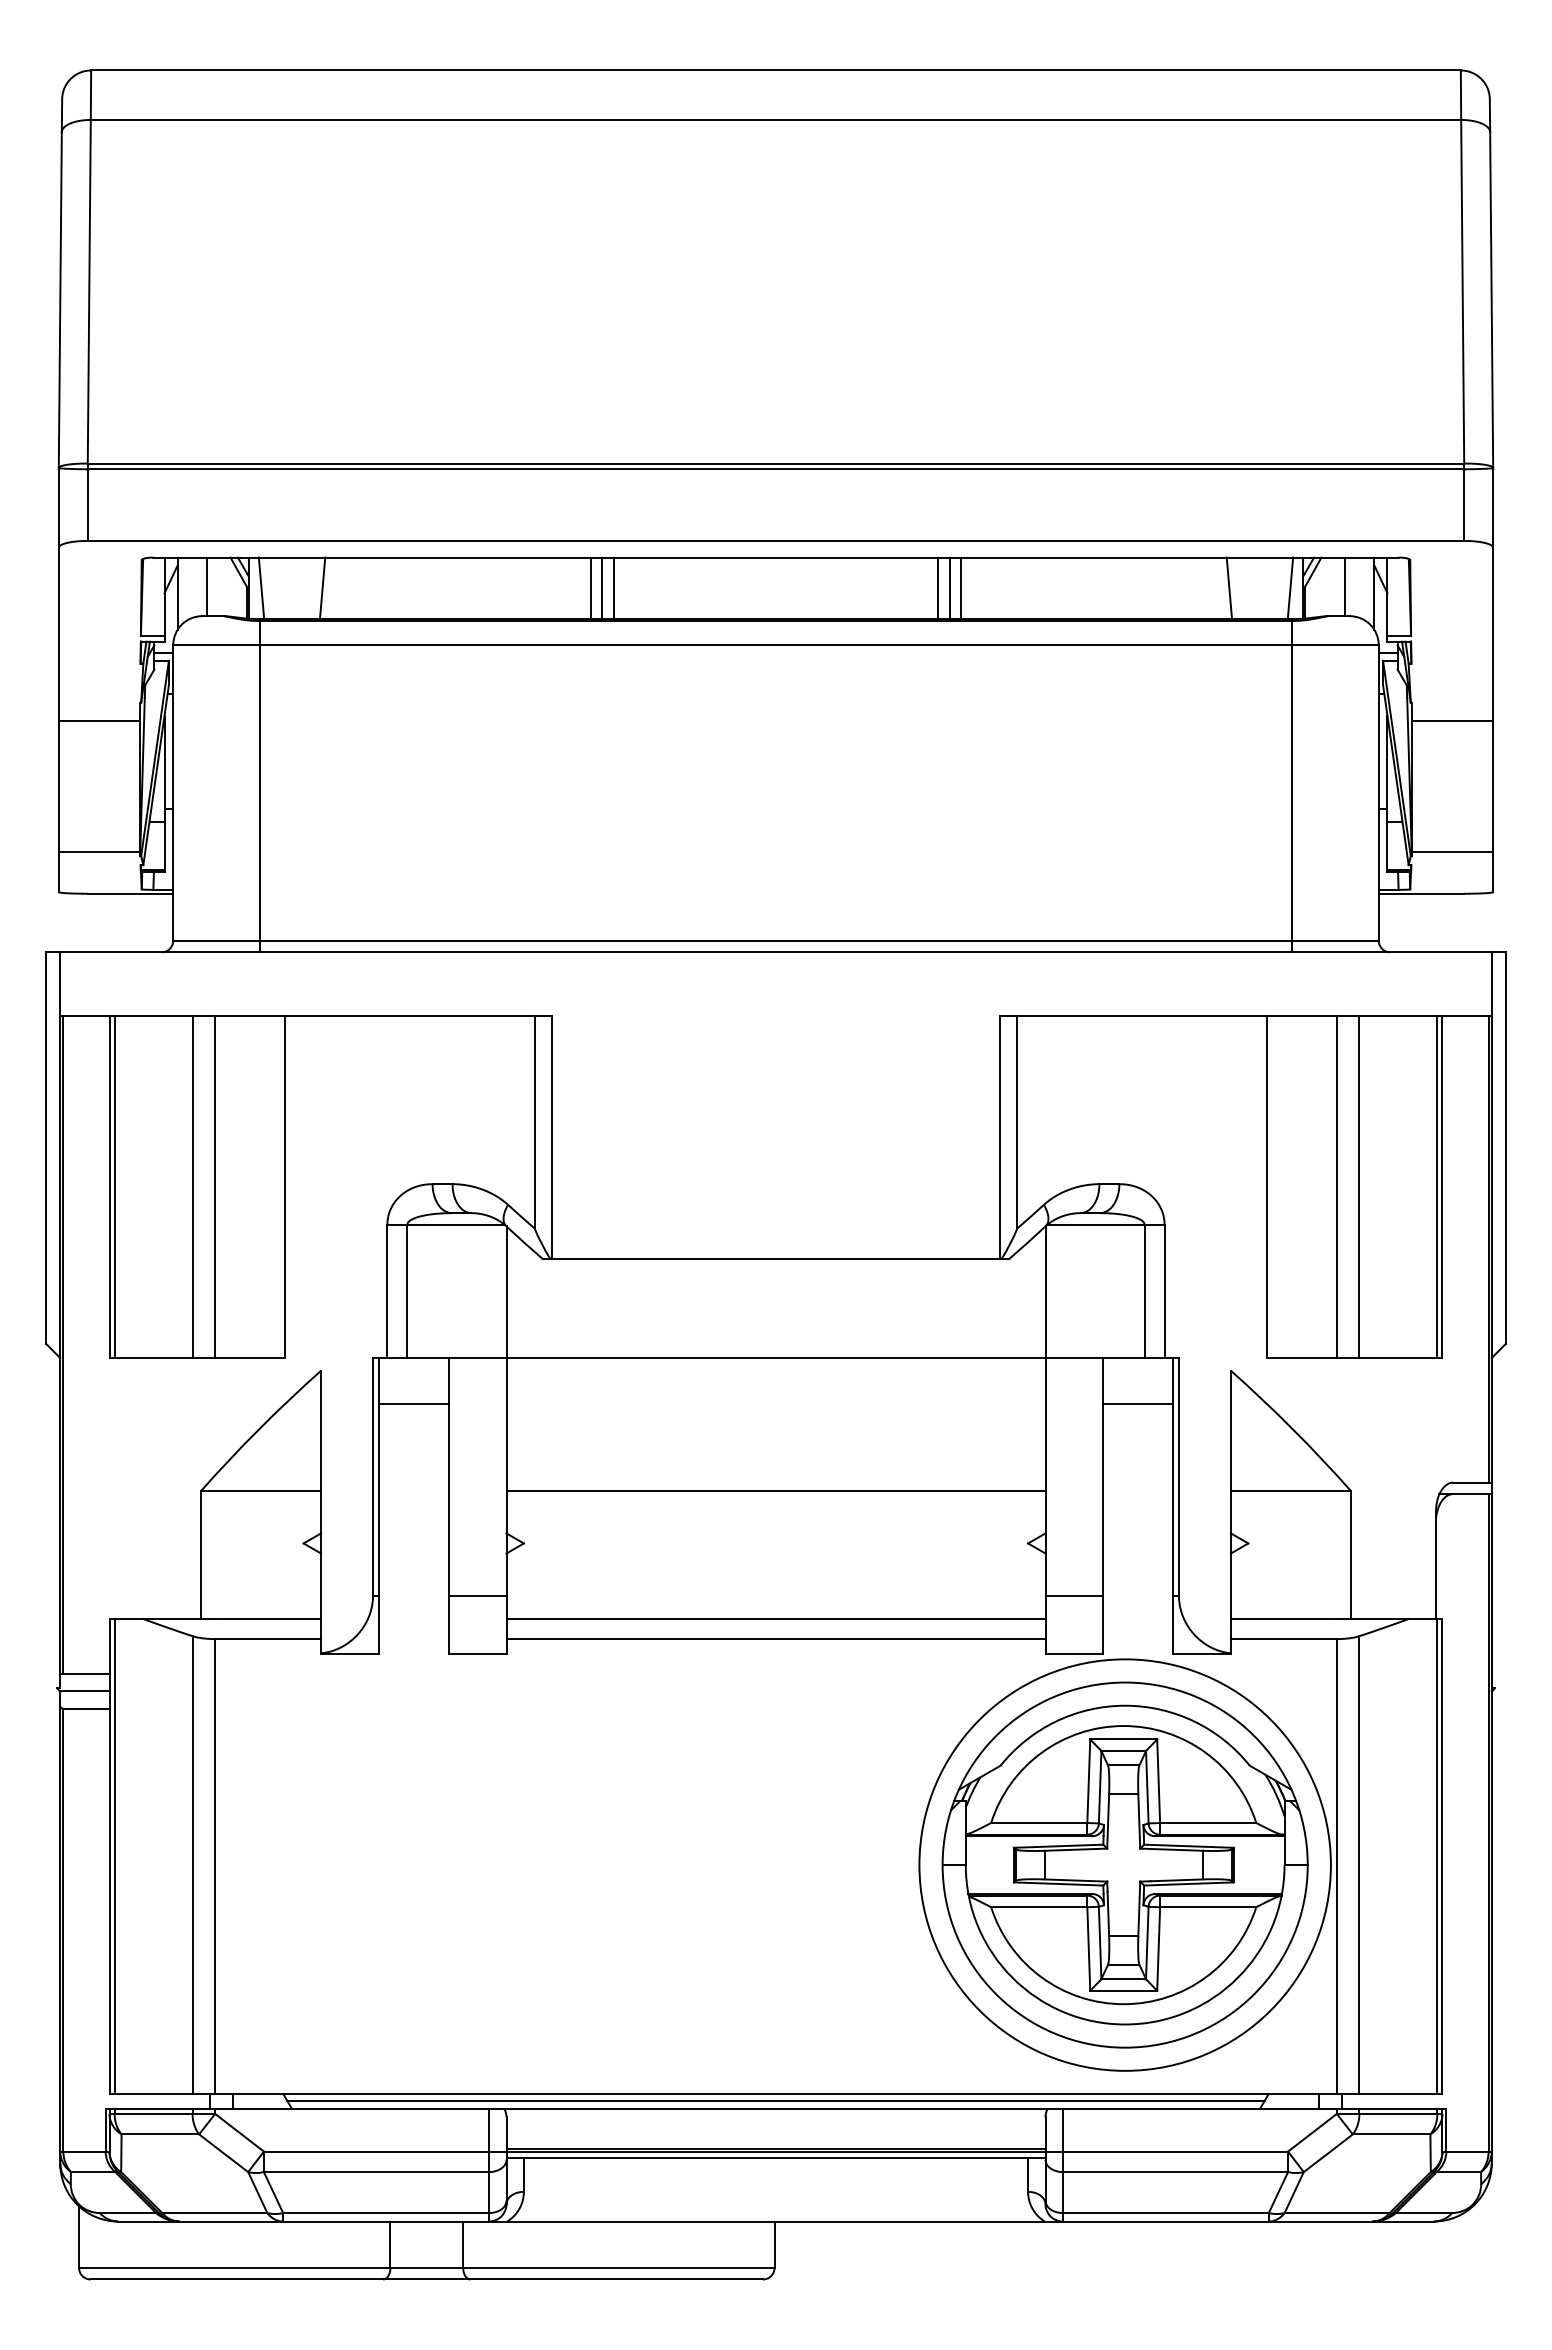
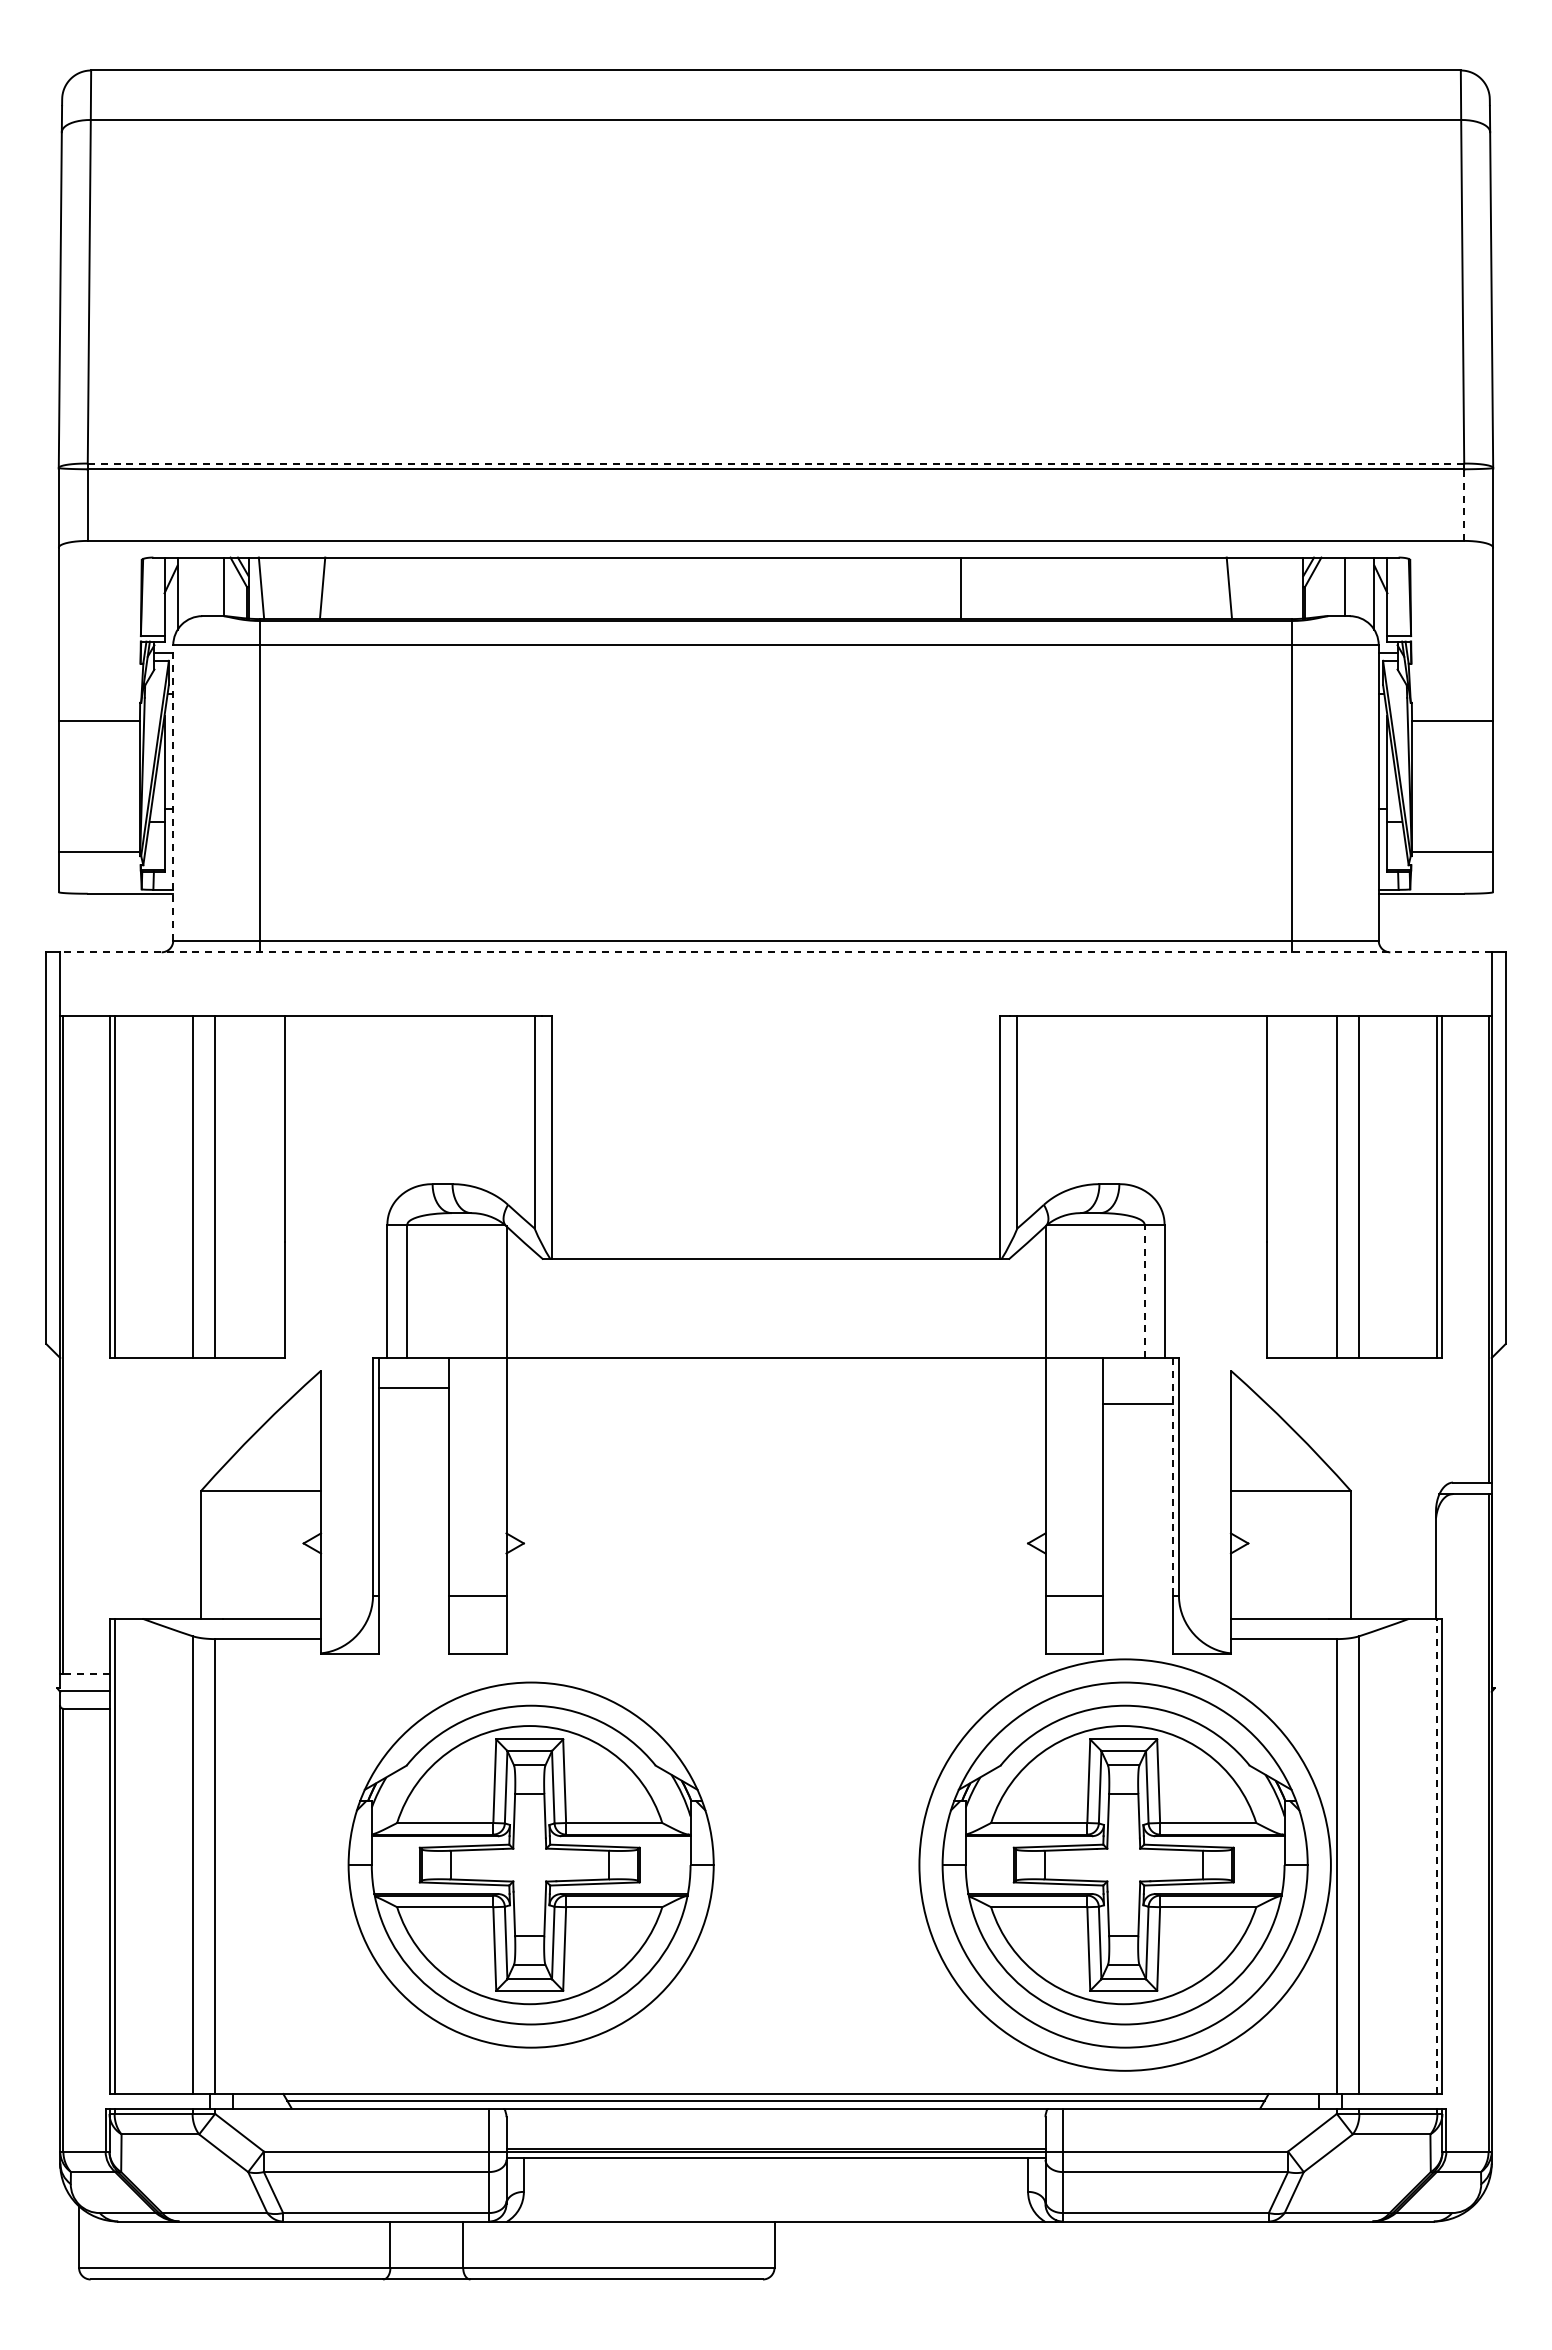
line at (775, 463): solid -> dashed
line at (1464, 505): solid -> dashed
line at (206, 586) position: (206, 586) -> (223, 586)
line at (590, 588): present -> none
line at (602, 588): present -> none
line at (613, 588): present -> none
line at (938, 588): present -> none
line at (949, 588): present -> none
line at (1290, 588): present -> none
line at (173, 792): solid -> dashed
line at (776, 952): solid -> dashed
line at (1144, 1291): solid -> dashed
line at (413, 1404) position: (413, 1404) -> (413, 1388)
line at (1172, 1476): solid -> dashed
line at (775, 1491): present -> none
line at (775, 1618): present -> none
line at (775, 1639): present -> none
line at (86, 1673): solid -> dashed
line at (1437, 1856): solid -> dashed
part at (530, 1864): none -> present
